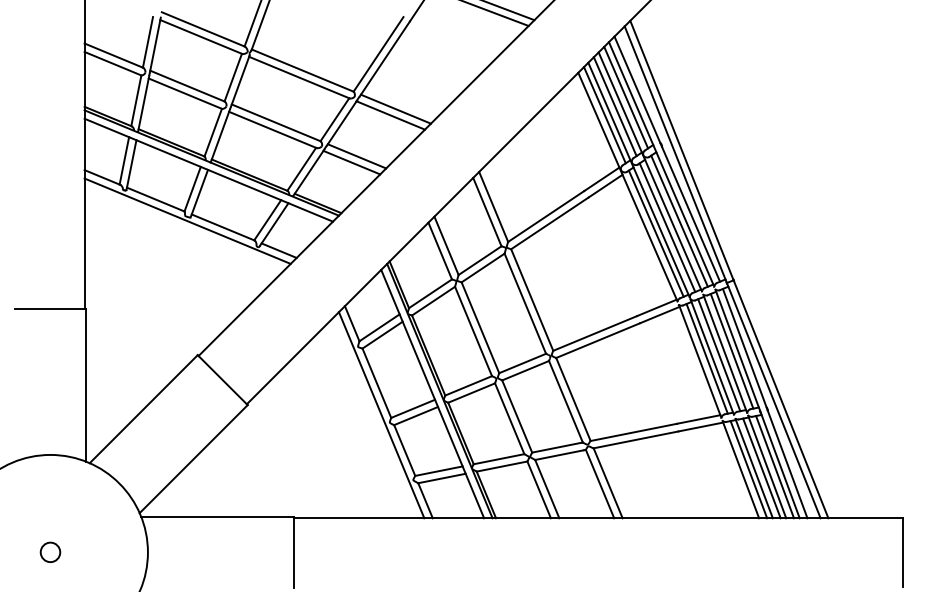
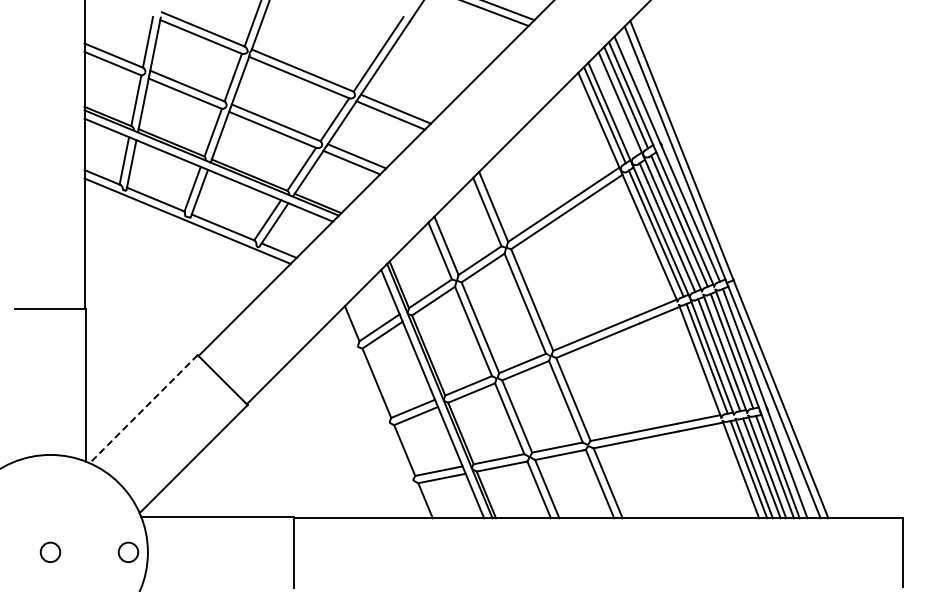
line at (614, 106): present -> none
line at (143, 409): solid -> dashed
line at (381, 415): present -> none
circle at (128, 551): none -> present
